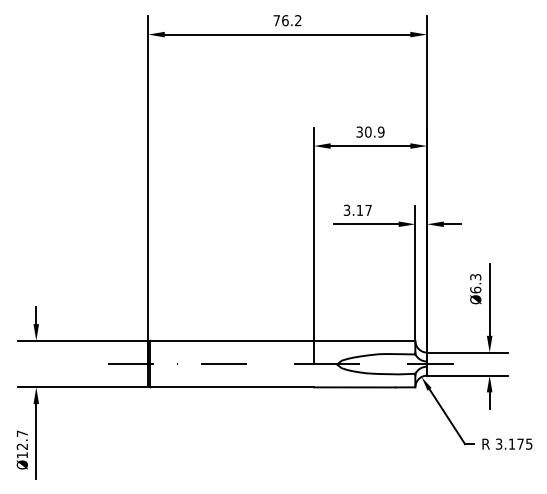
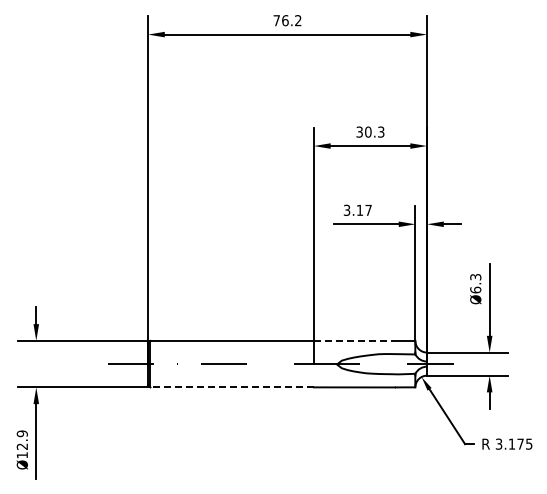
text at (380, 131): 30.9 -> 30.3
line at (354, 340): solid -> dashed
line at (232, 387): solid -> dashed
text at (21, 433): Ø12.7 -> Ø12.9
